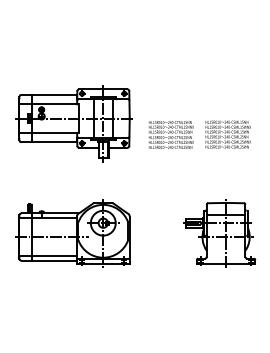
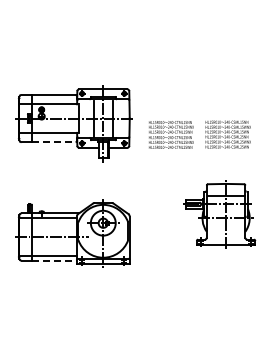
line at (53, 142): solid -> dashed
part at (219, 233) position: (219, 233) -> (219, 214)
line at (54, 260): solid -> dashed
